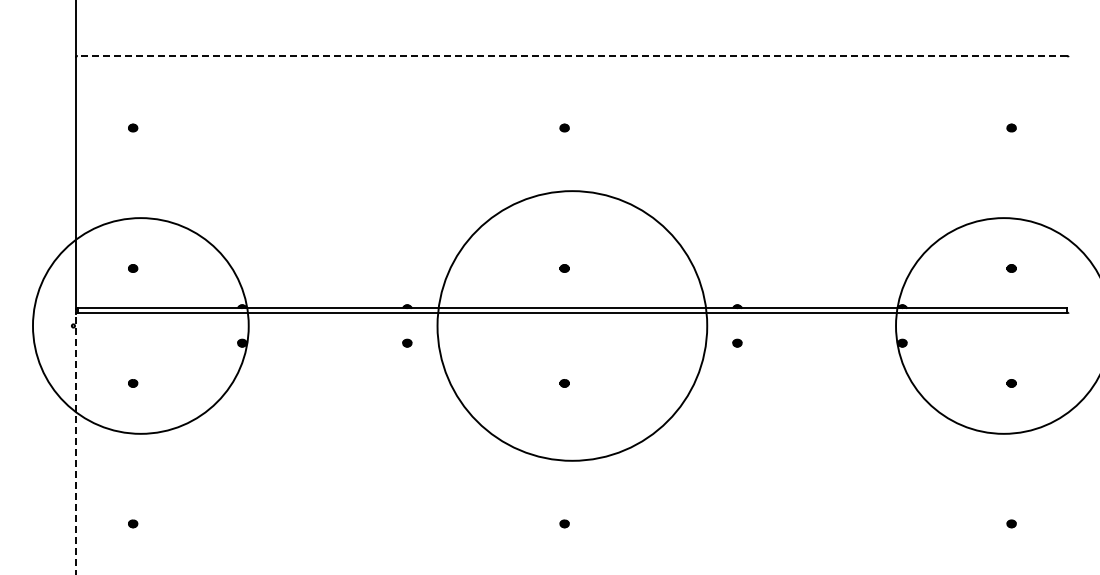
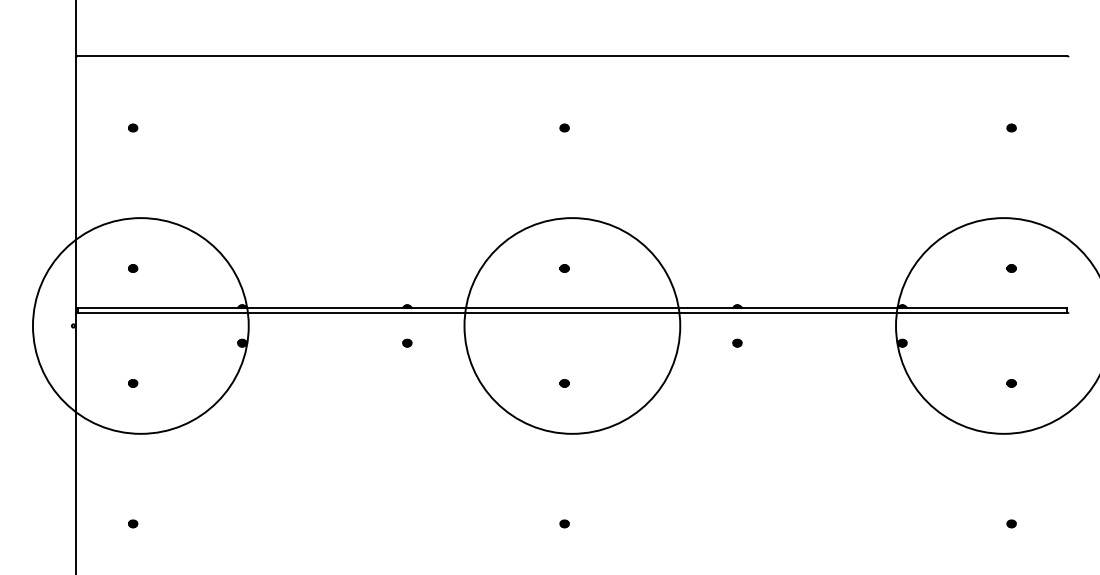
line at (572, 55): dashed -> solid
circle at (572, 325) diameter: 270 px -> 216 px
line at (76, 443): dashed -> solid
